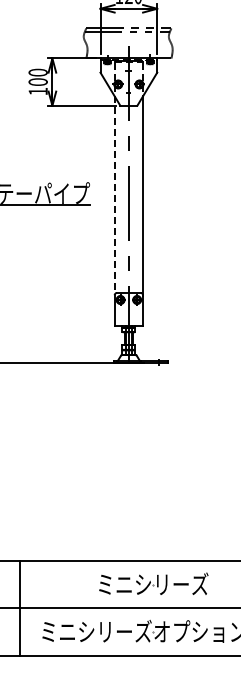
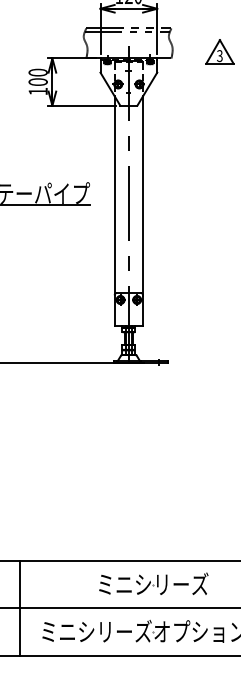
part at (219, 51): none -> present
line at (114, 196): dashed -> solid
